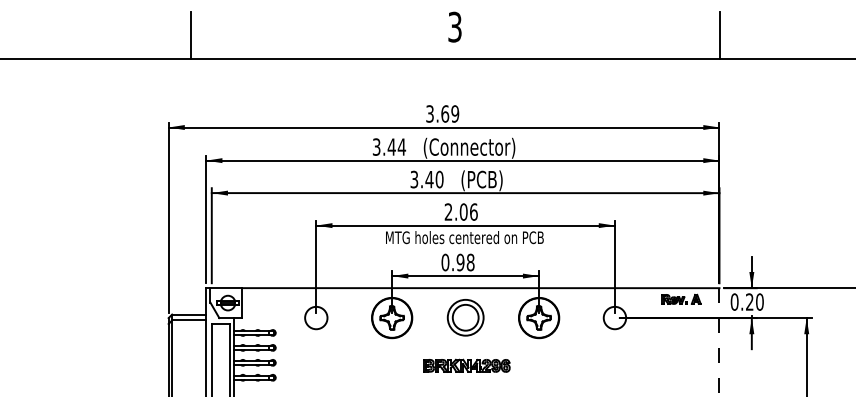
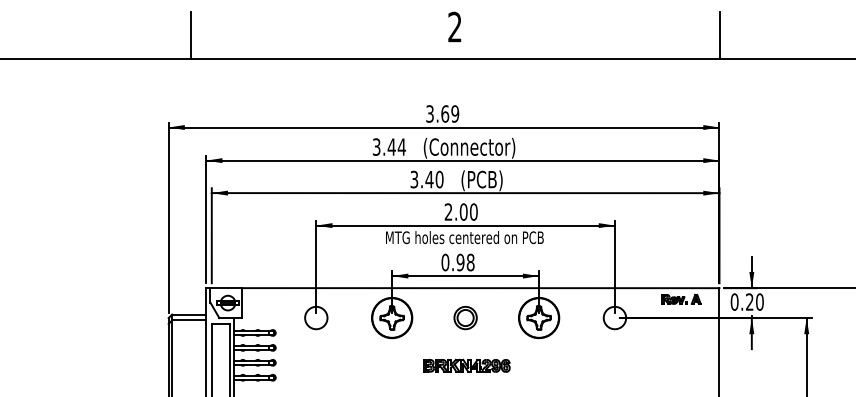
text at (454, 27): 3 -> 2
text at (473, 211): 2.06 -> 2.00
part at (465, 317) size: 39x38 px -> 25x25 px
line at (719, 342): dashed -> solid
